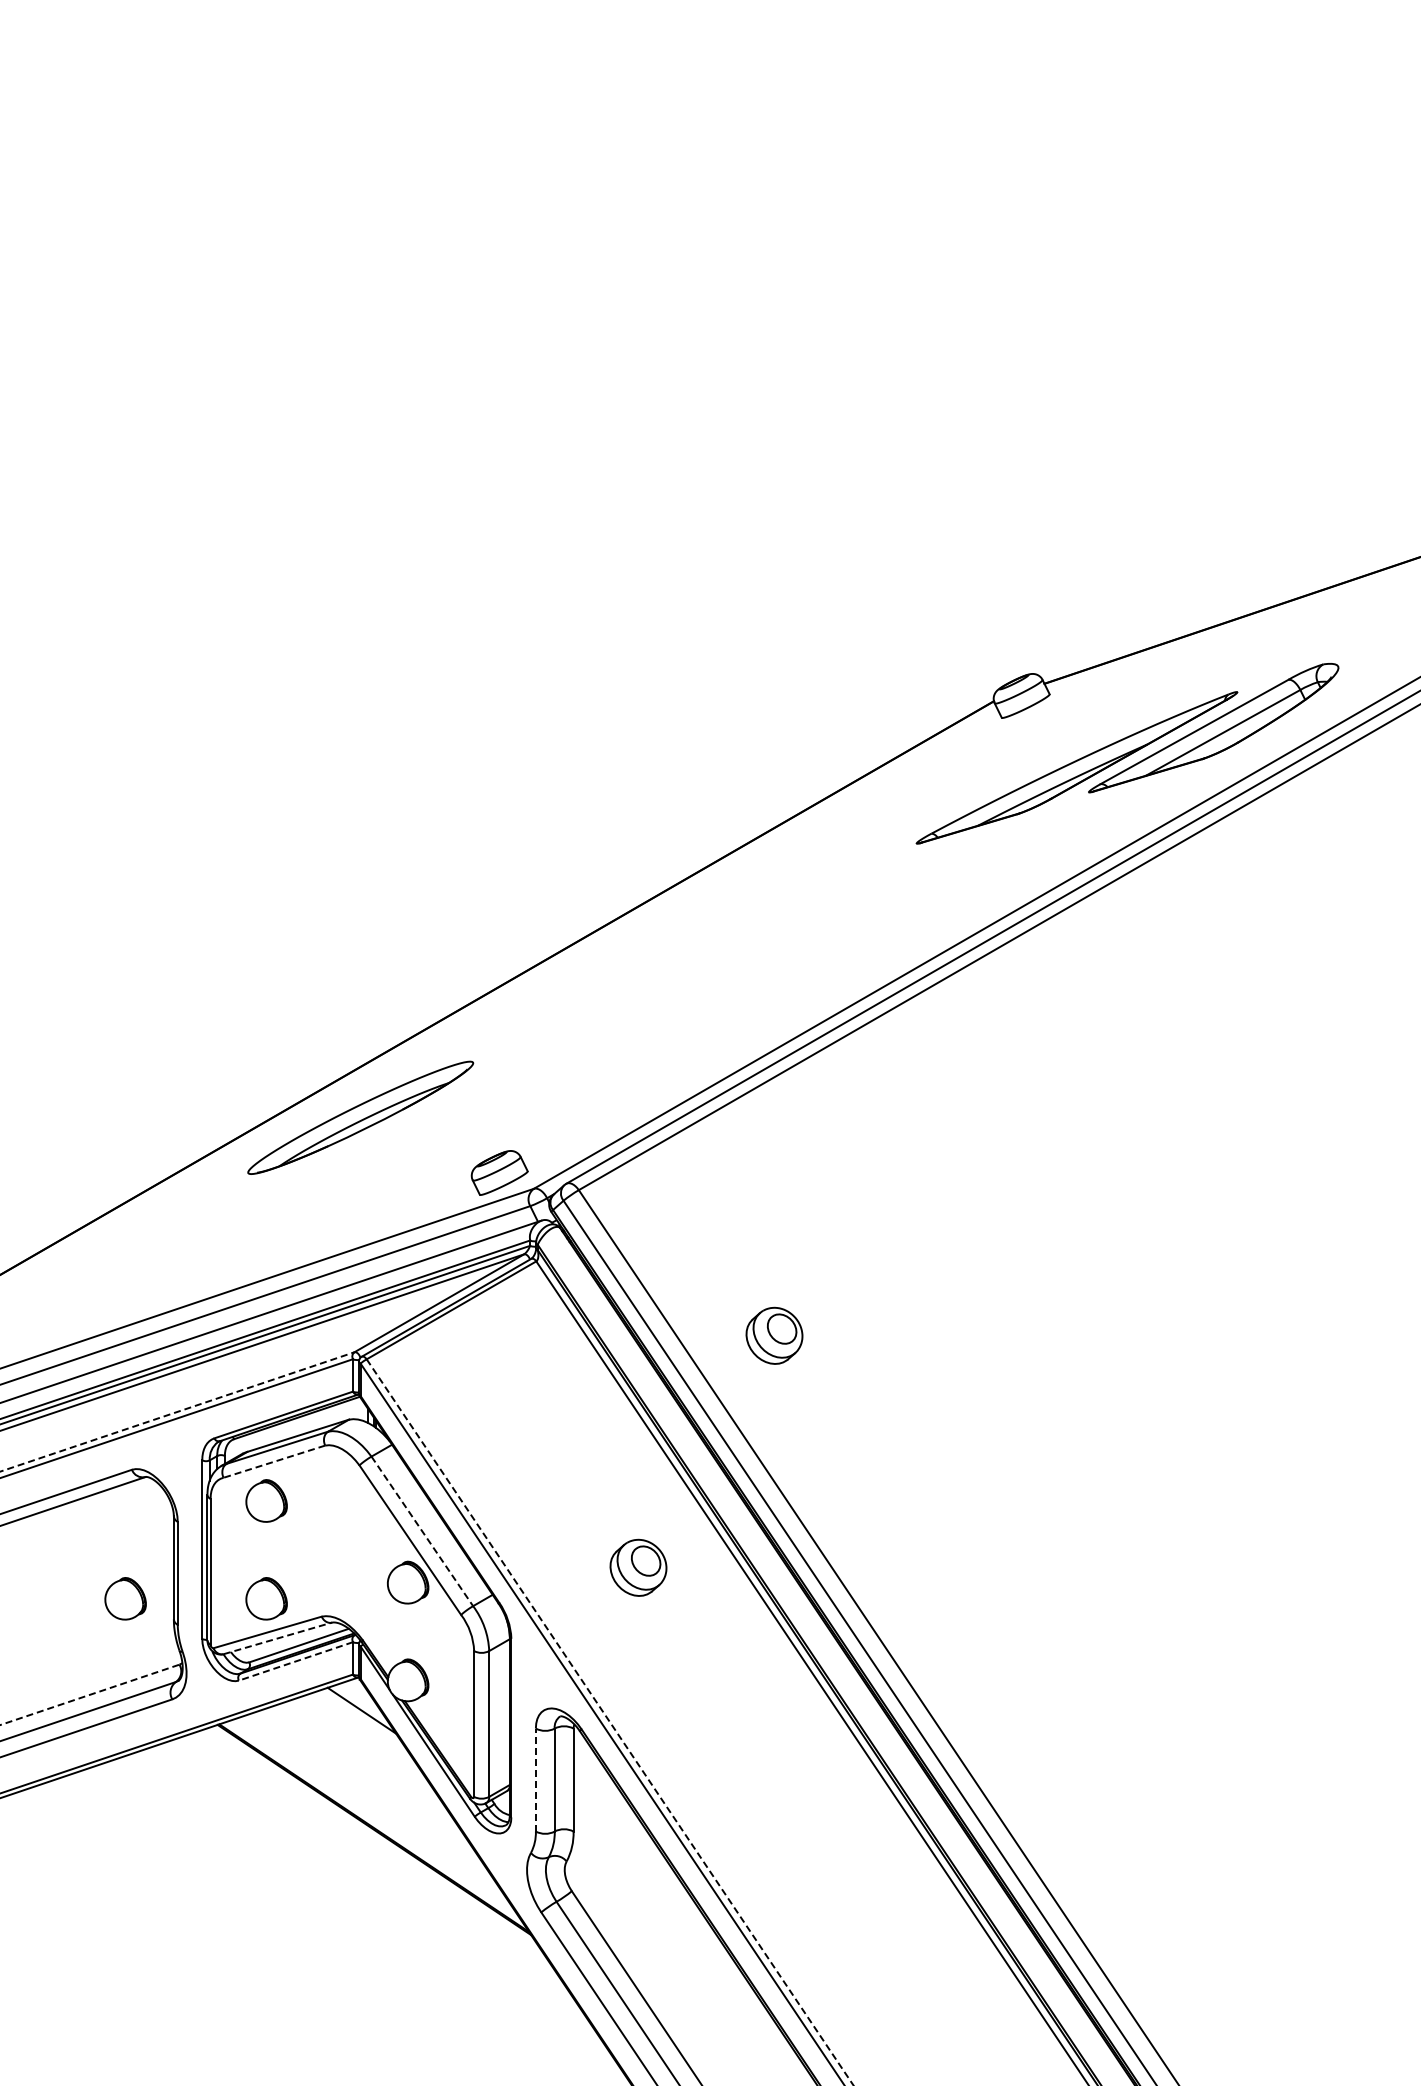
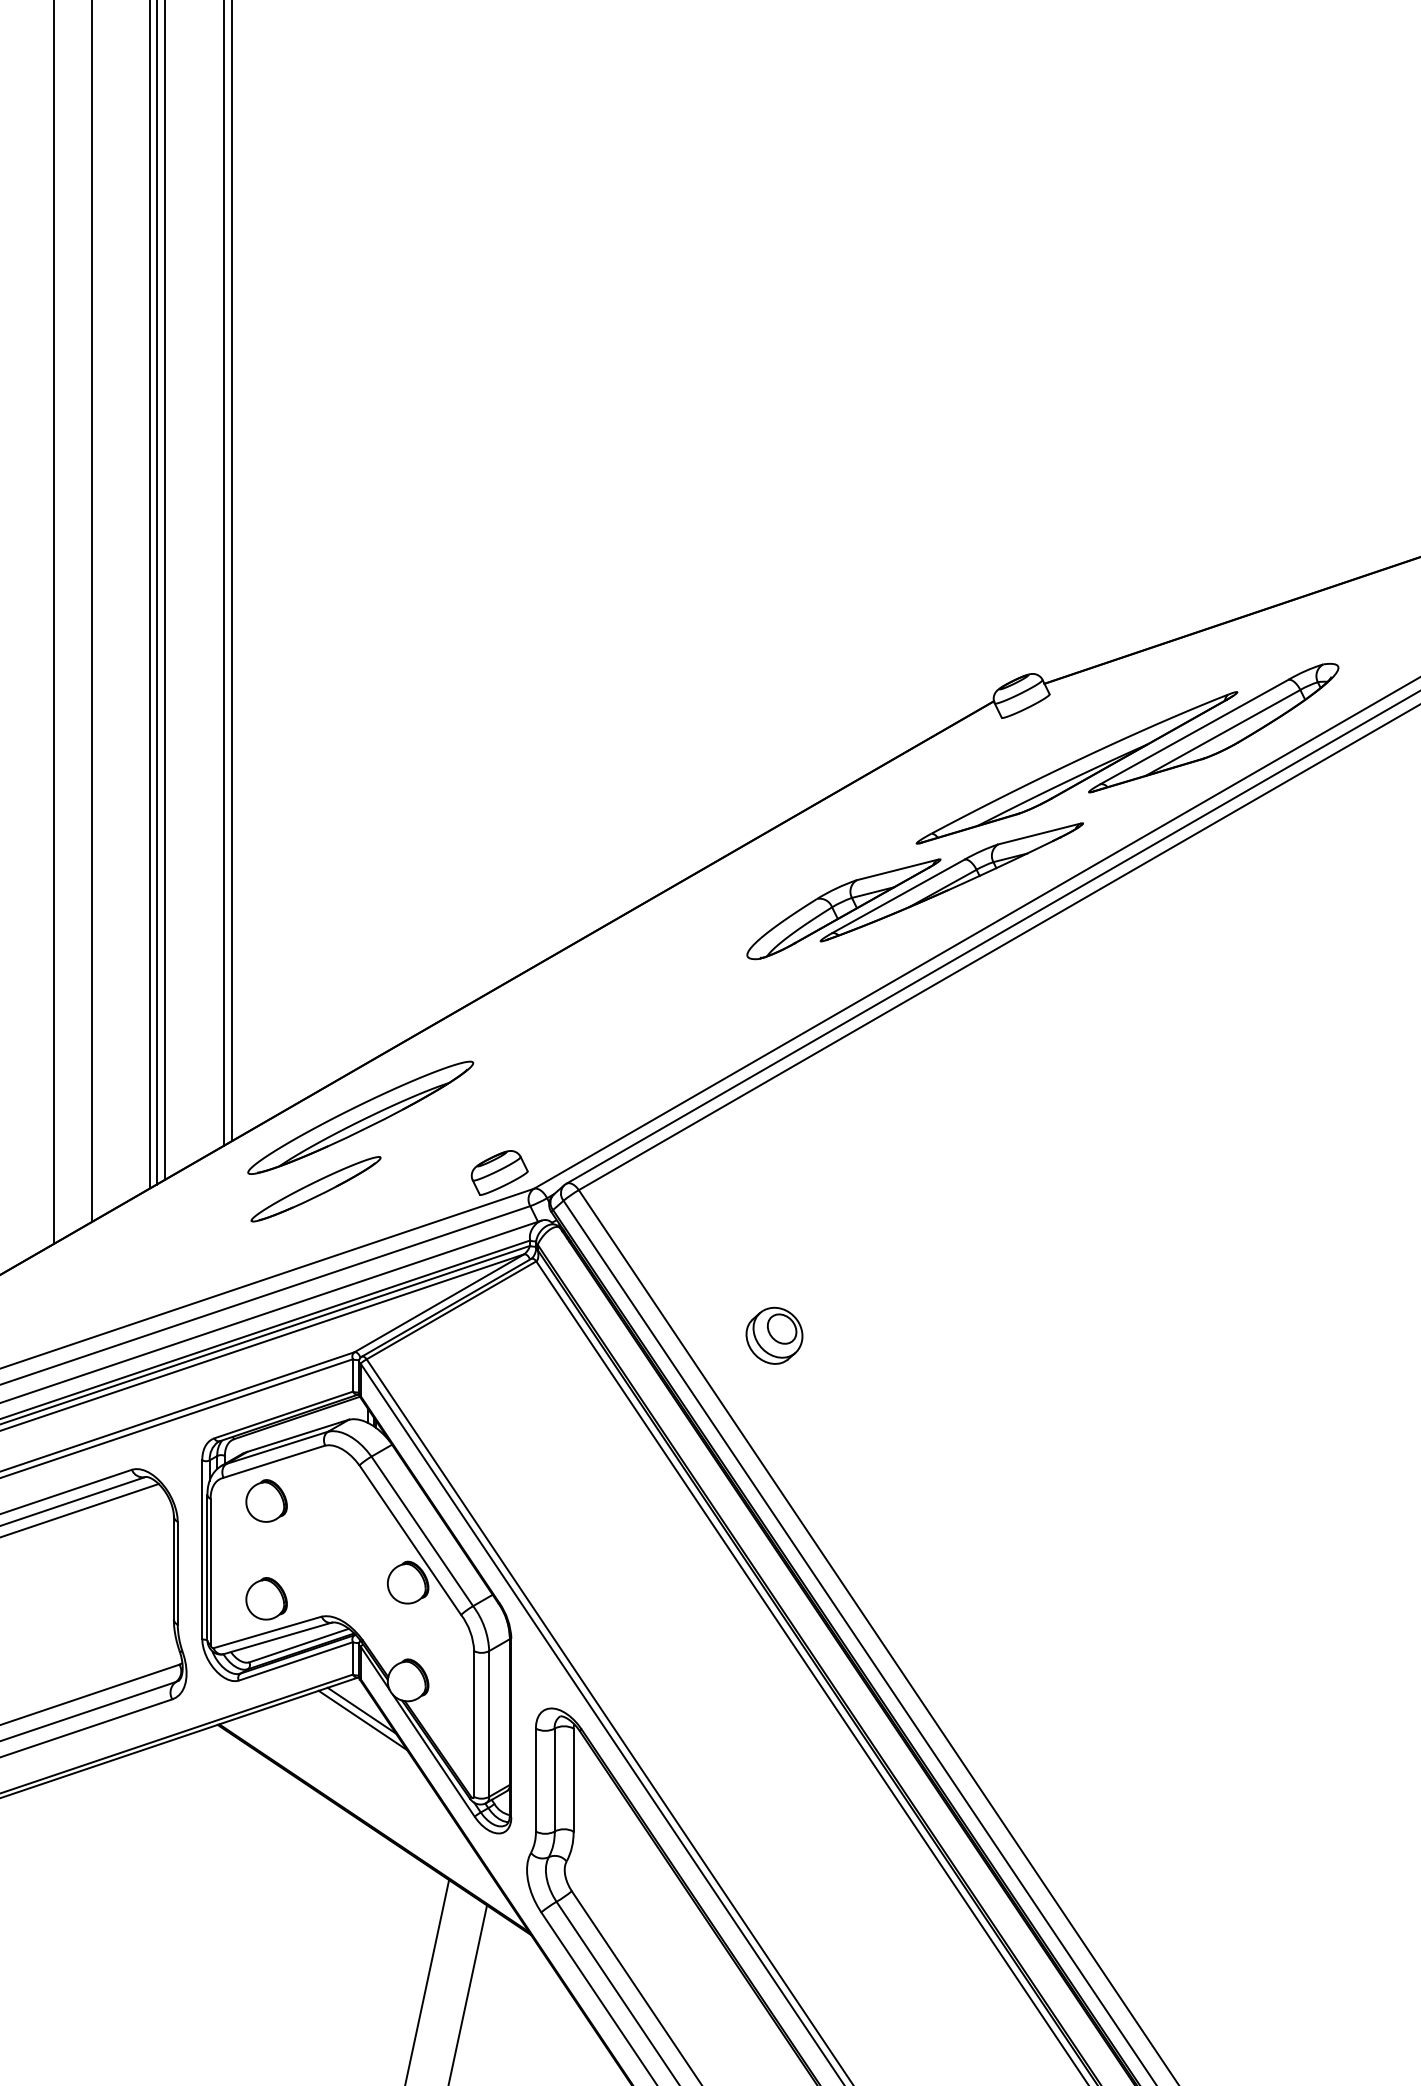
line at (231, 571): none -> present
line at (223, 573): none -> present
line at (165, 590): none -> present
line at (156, 593): none -> present
line at (150, 595): none -> present
line at (91, 612): none -> present
line at (54, 622): none -> present
part at (914, 891): none -> present
part at (315, 1189): none -> present
line at (177, 1411): dashed -> solid
line at (273, 1461): dashed -> solid
line at (80, 1510): none -> present
line at (422, 1531): dashed -> solid
part at (638, 1567): present -> none
part at (125, 1598): present -> none
line at (278, 1638): dashed -> solid
line at (295, 1661): dashed -> solid
line at (90, 1694): dashed -> solid
line at (362, 1720): none -> present
line at (610, 1723): dashed -> solid
line at (535, 1779): dashed -> solid
line at (427, 1981): none -> present
line at (468, 1993): none -> present
